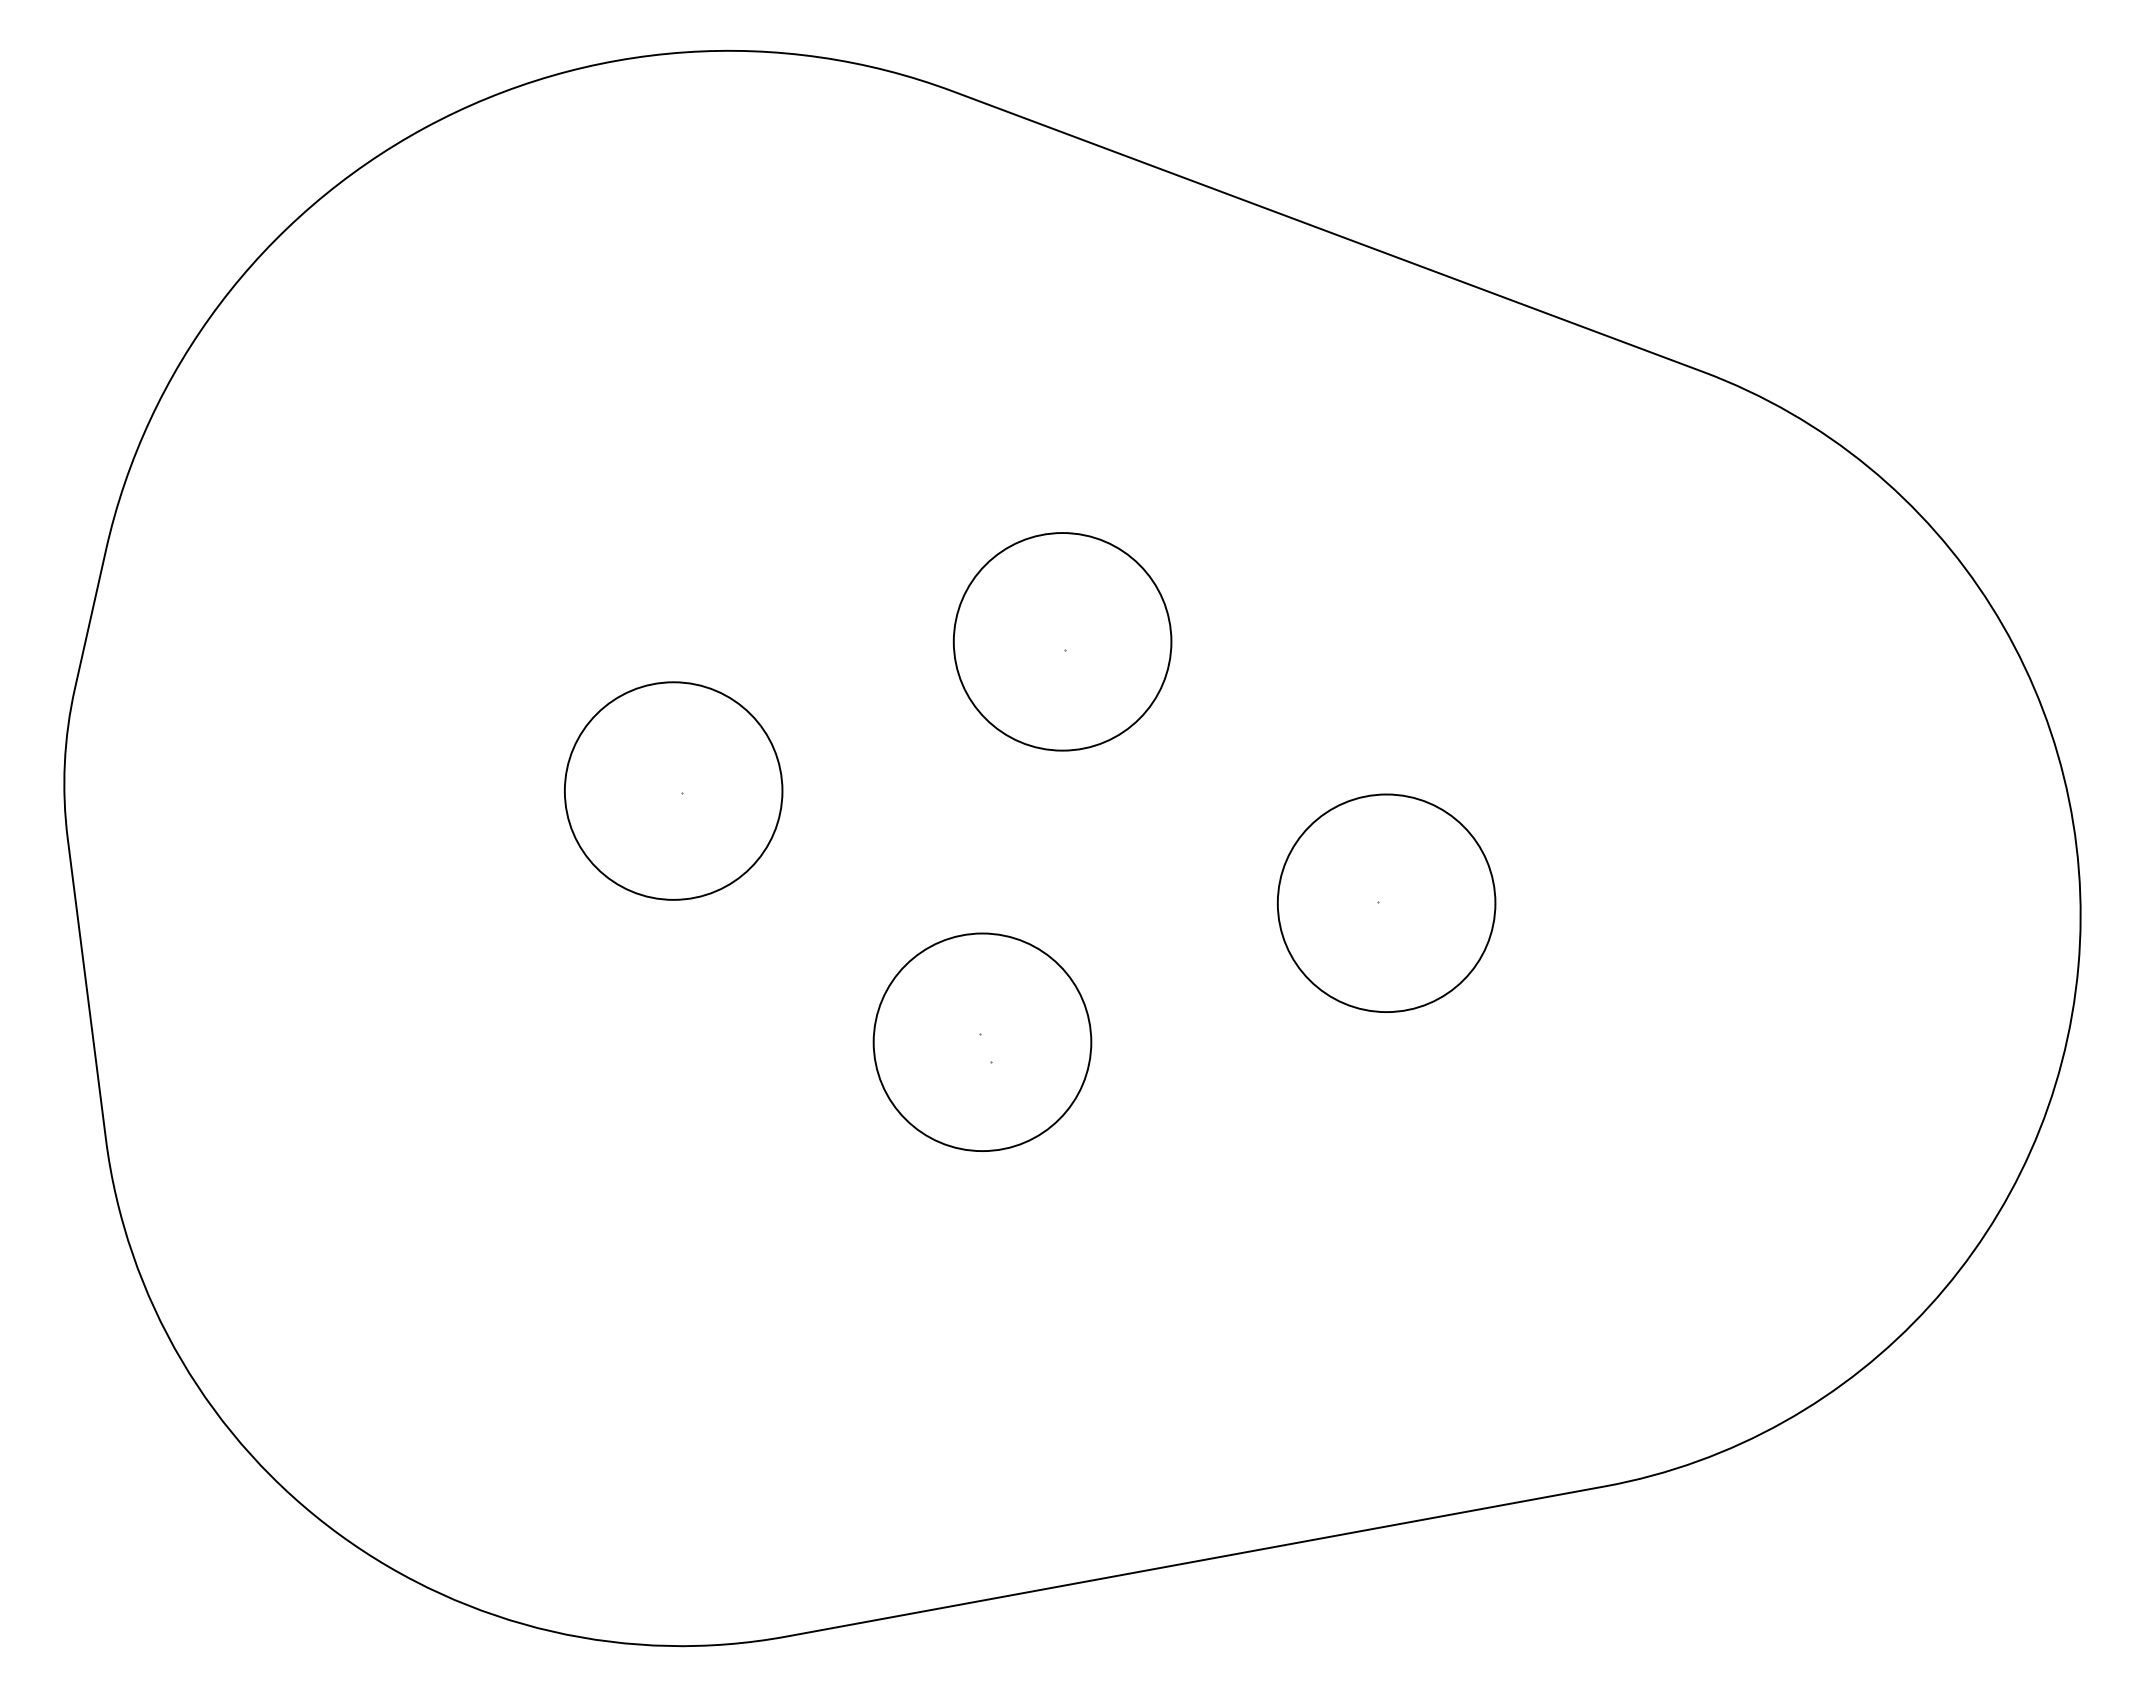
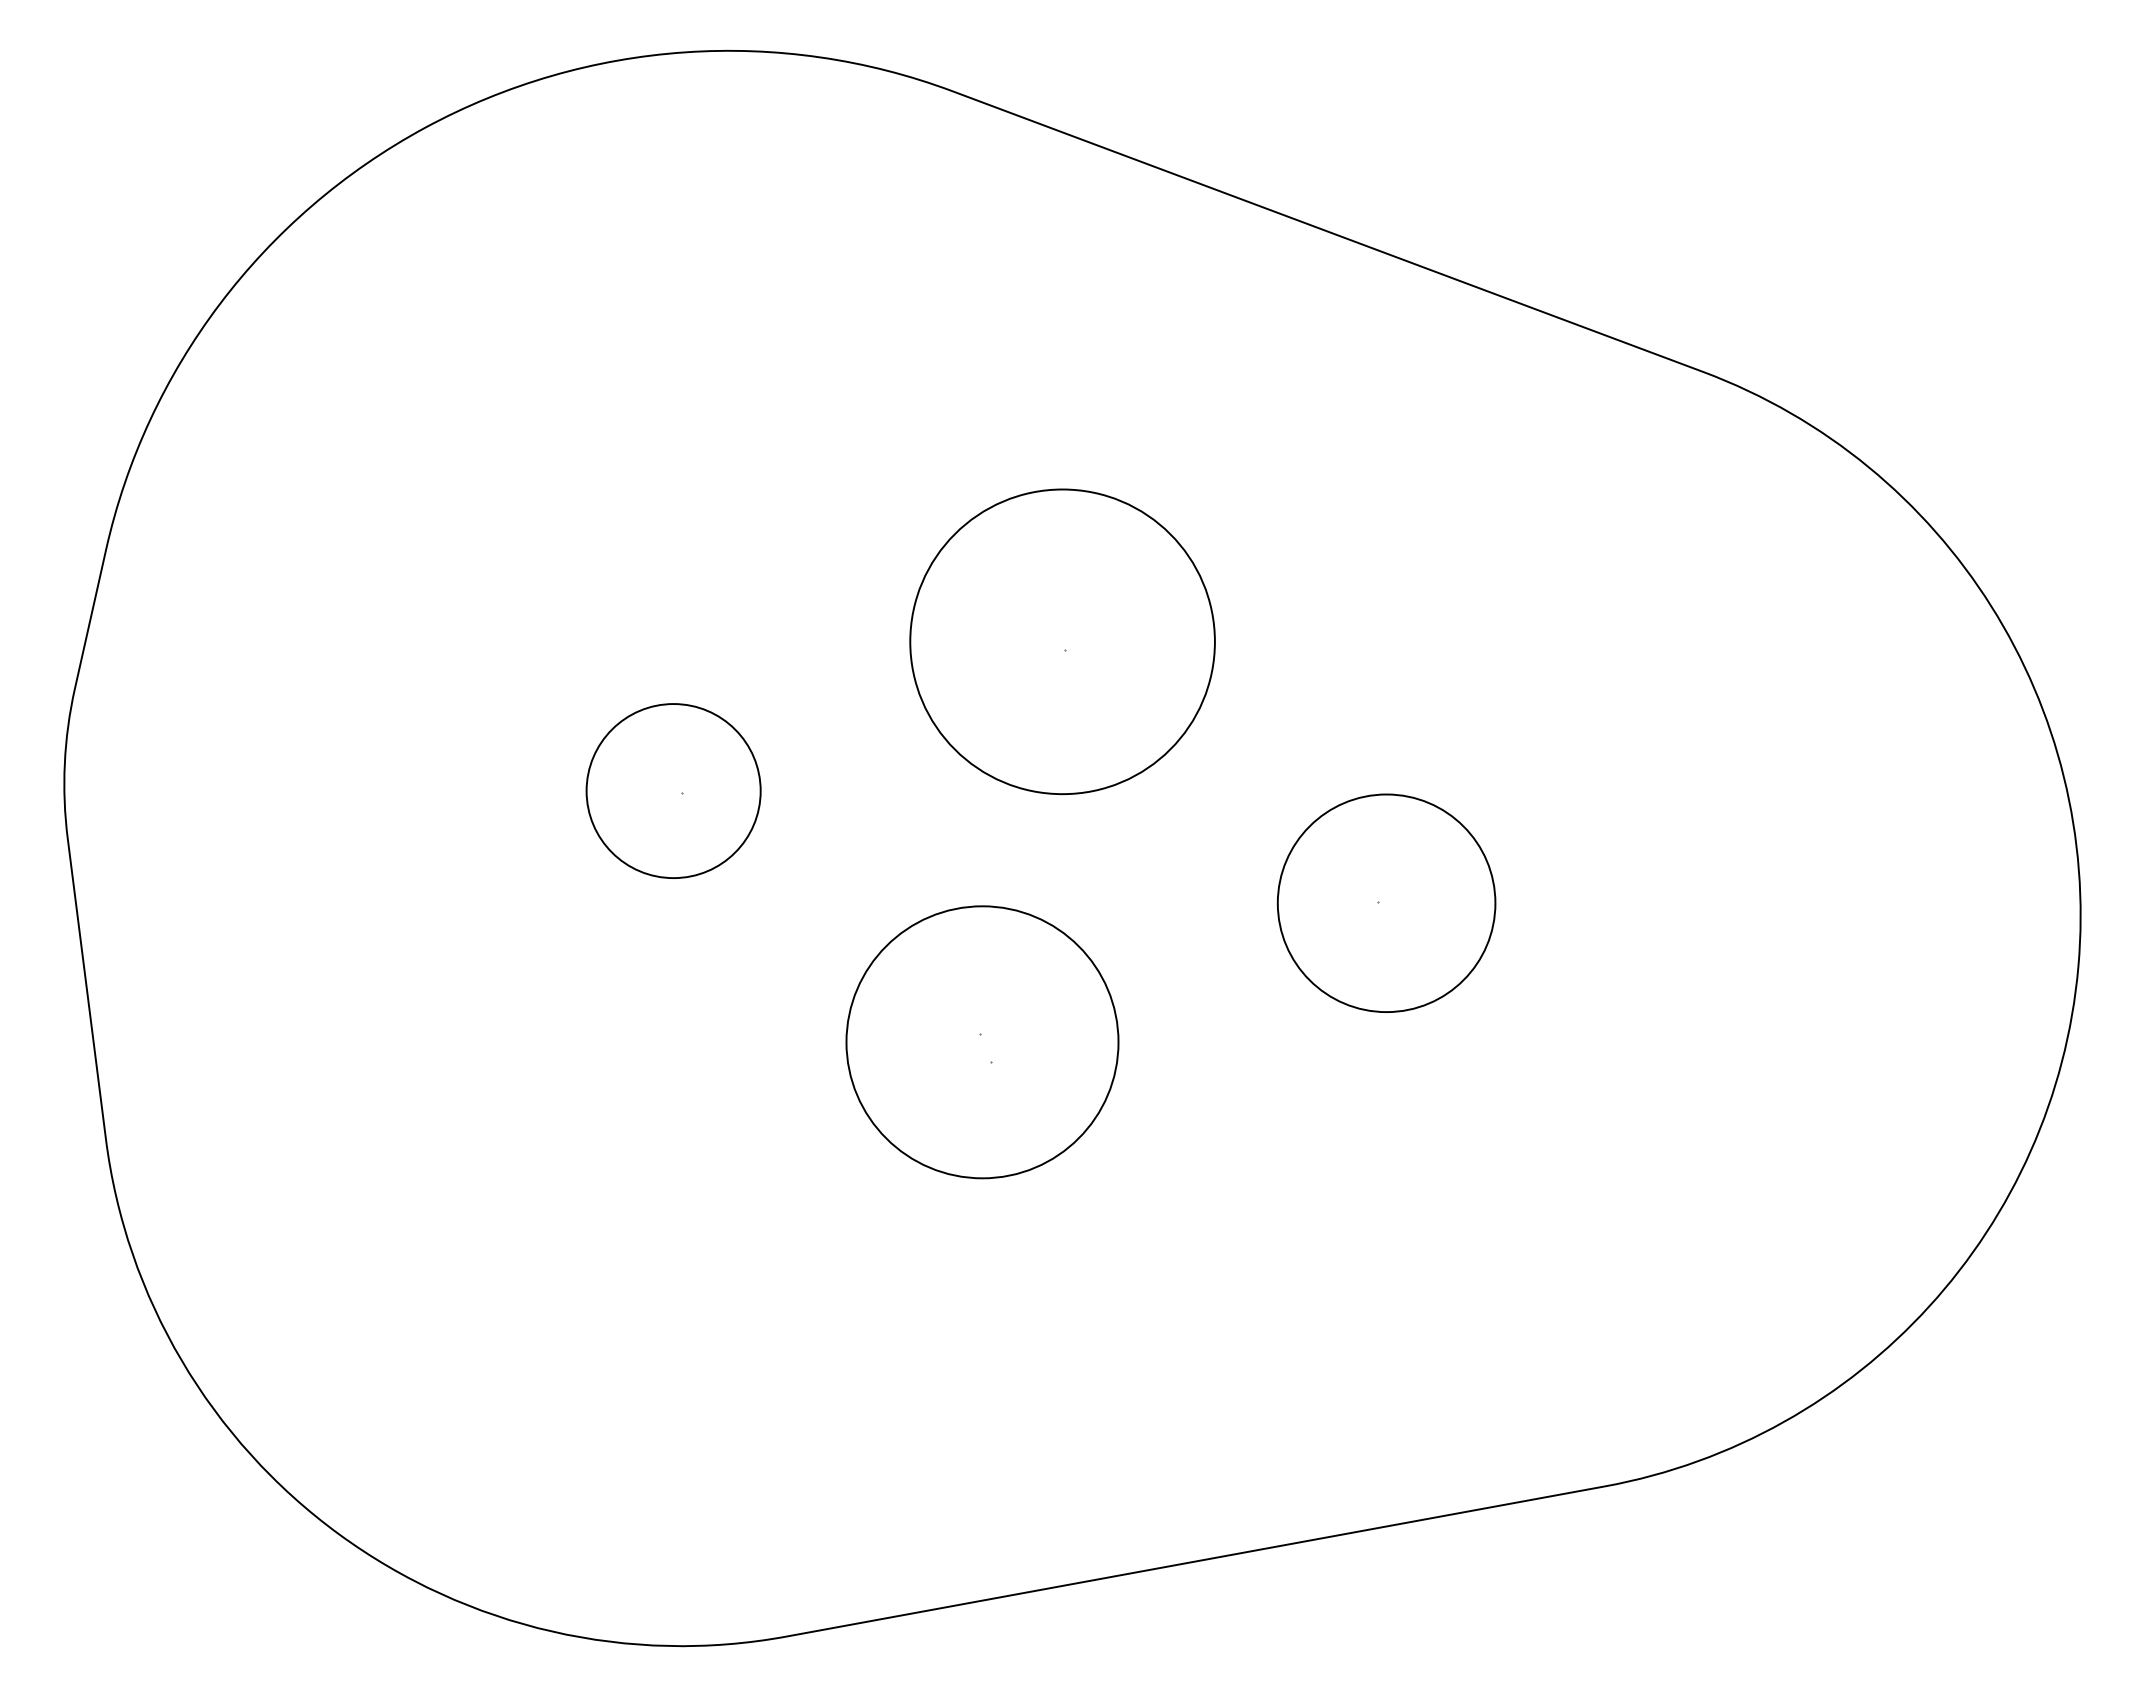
circle at (1062, 641) diameter: 218 px -> 305 px
circle at (673, 790) diameter: 218 px -> 174 px
circle at (982, 1042) diameter: 218 px -> 272 px
